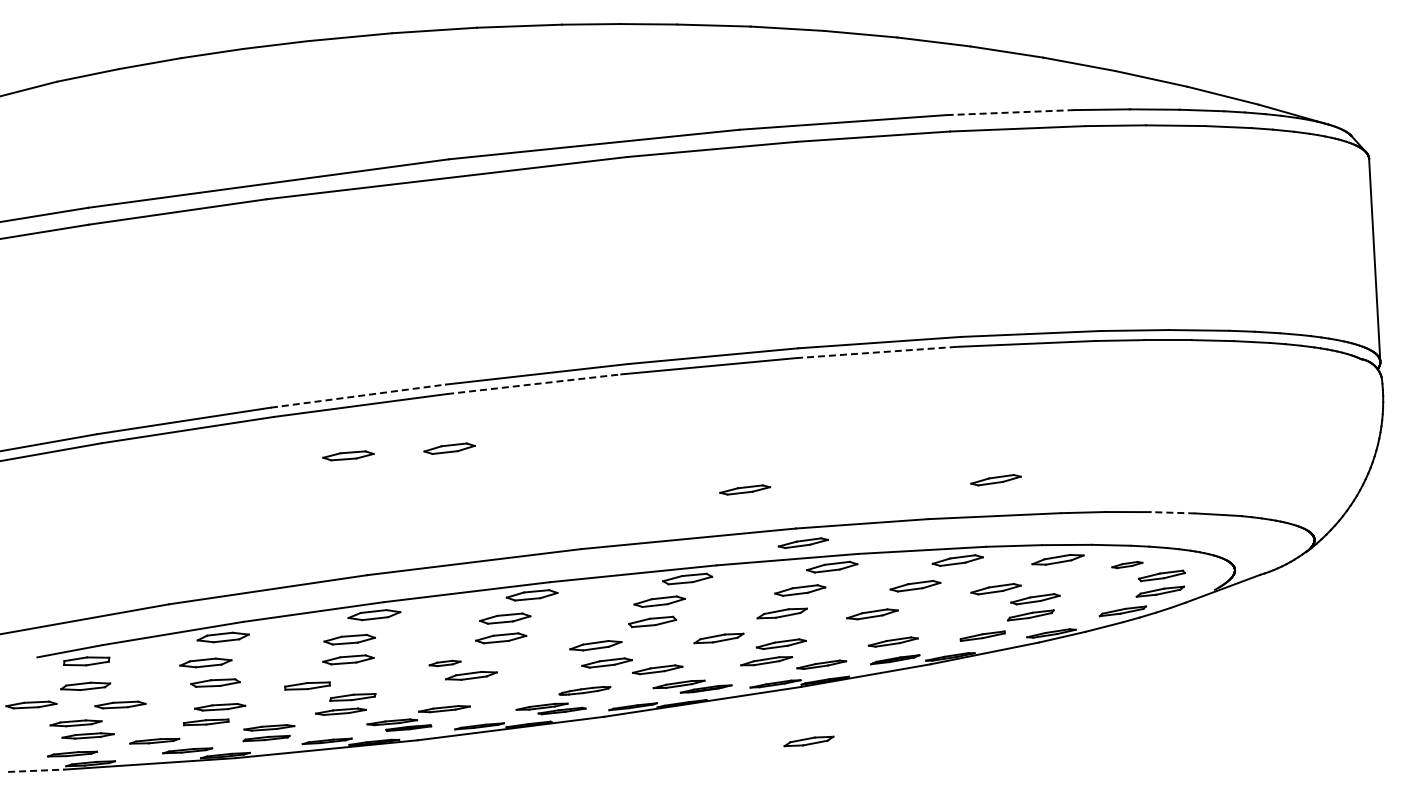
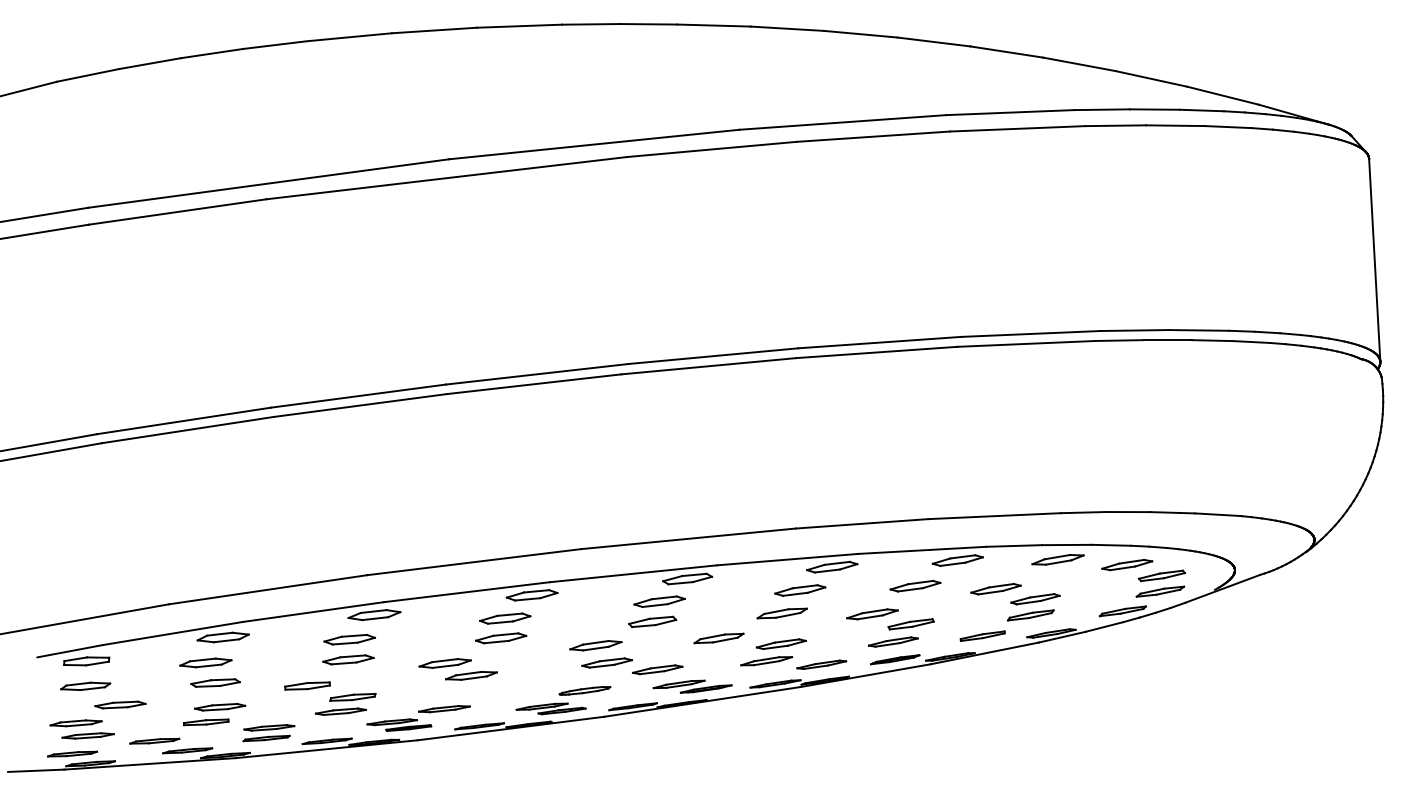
line at (1009, 112): dashed -> solid
line at (876, 352): dashed -> solid
line at (534, 384): dashed -> solid
line at (358, 396): dashed -> solid
part at (449, 448): present -> none
part at (348, 455): present -> none
part at (995, 480): present -> none
part at (744, 489): present -> none
line at (1172, 512): dashed -> solid
part at (802, 542): present -> none
part at (1127, 565) size: 33x9 px -> 53x14 px
part at (910, 624): none -> present
part at (444, 663) size: 34x9 px -> 54x11 px
part at (31, 704): present -> none
part at (808, 741): present -> none
line at (36, 770): dashed -> solid
